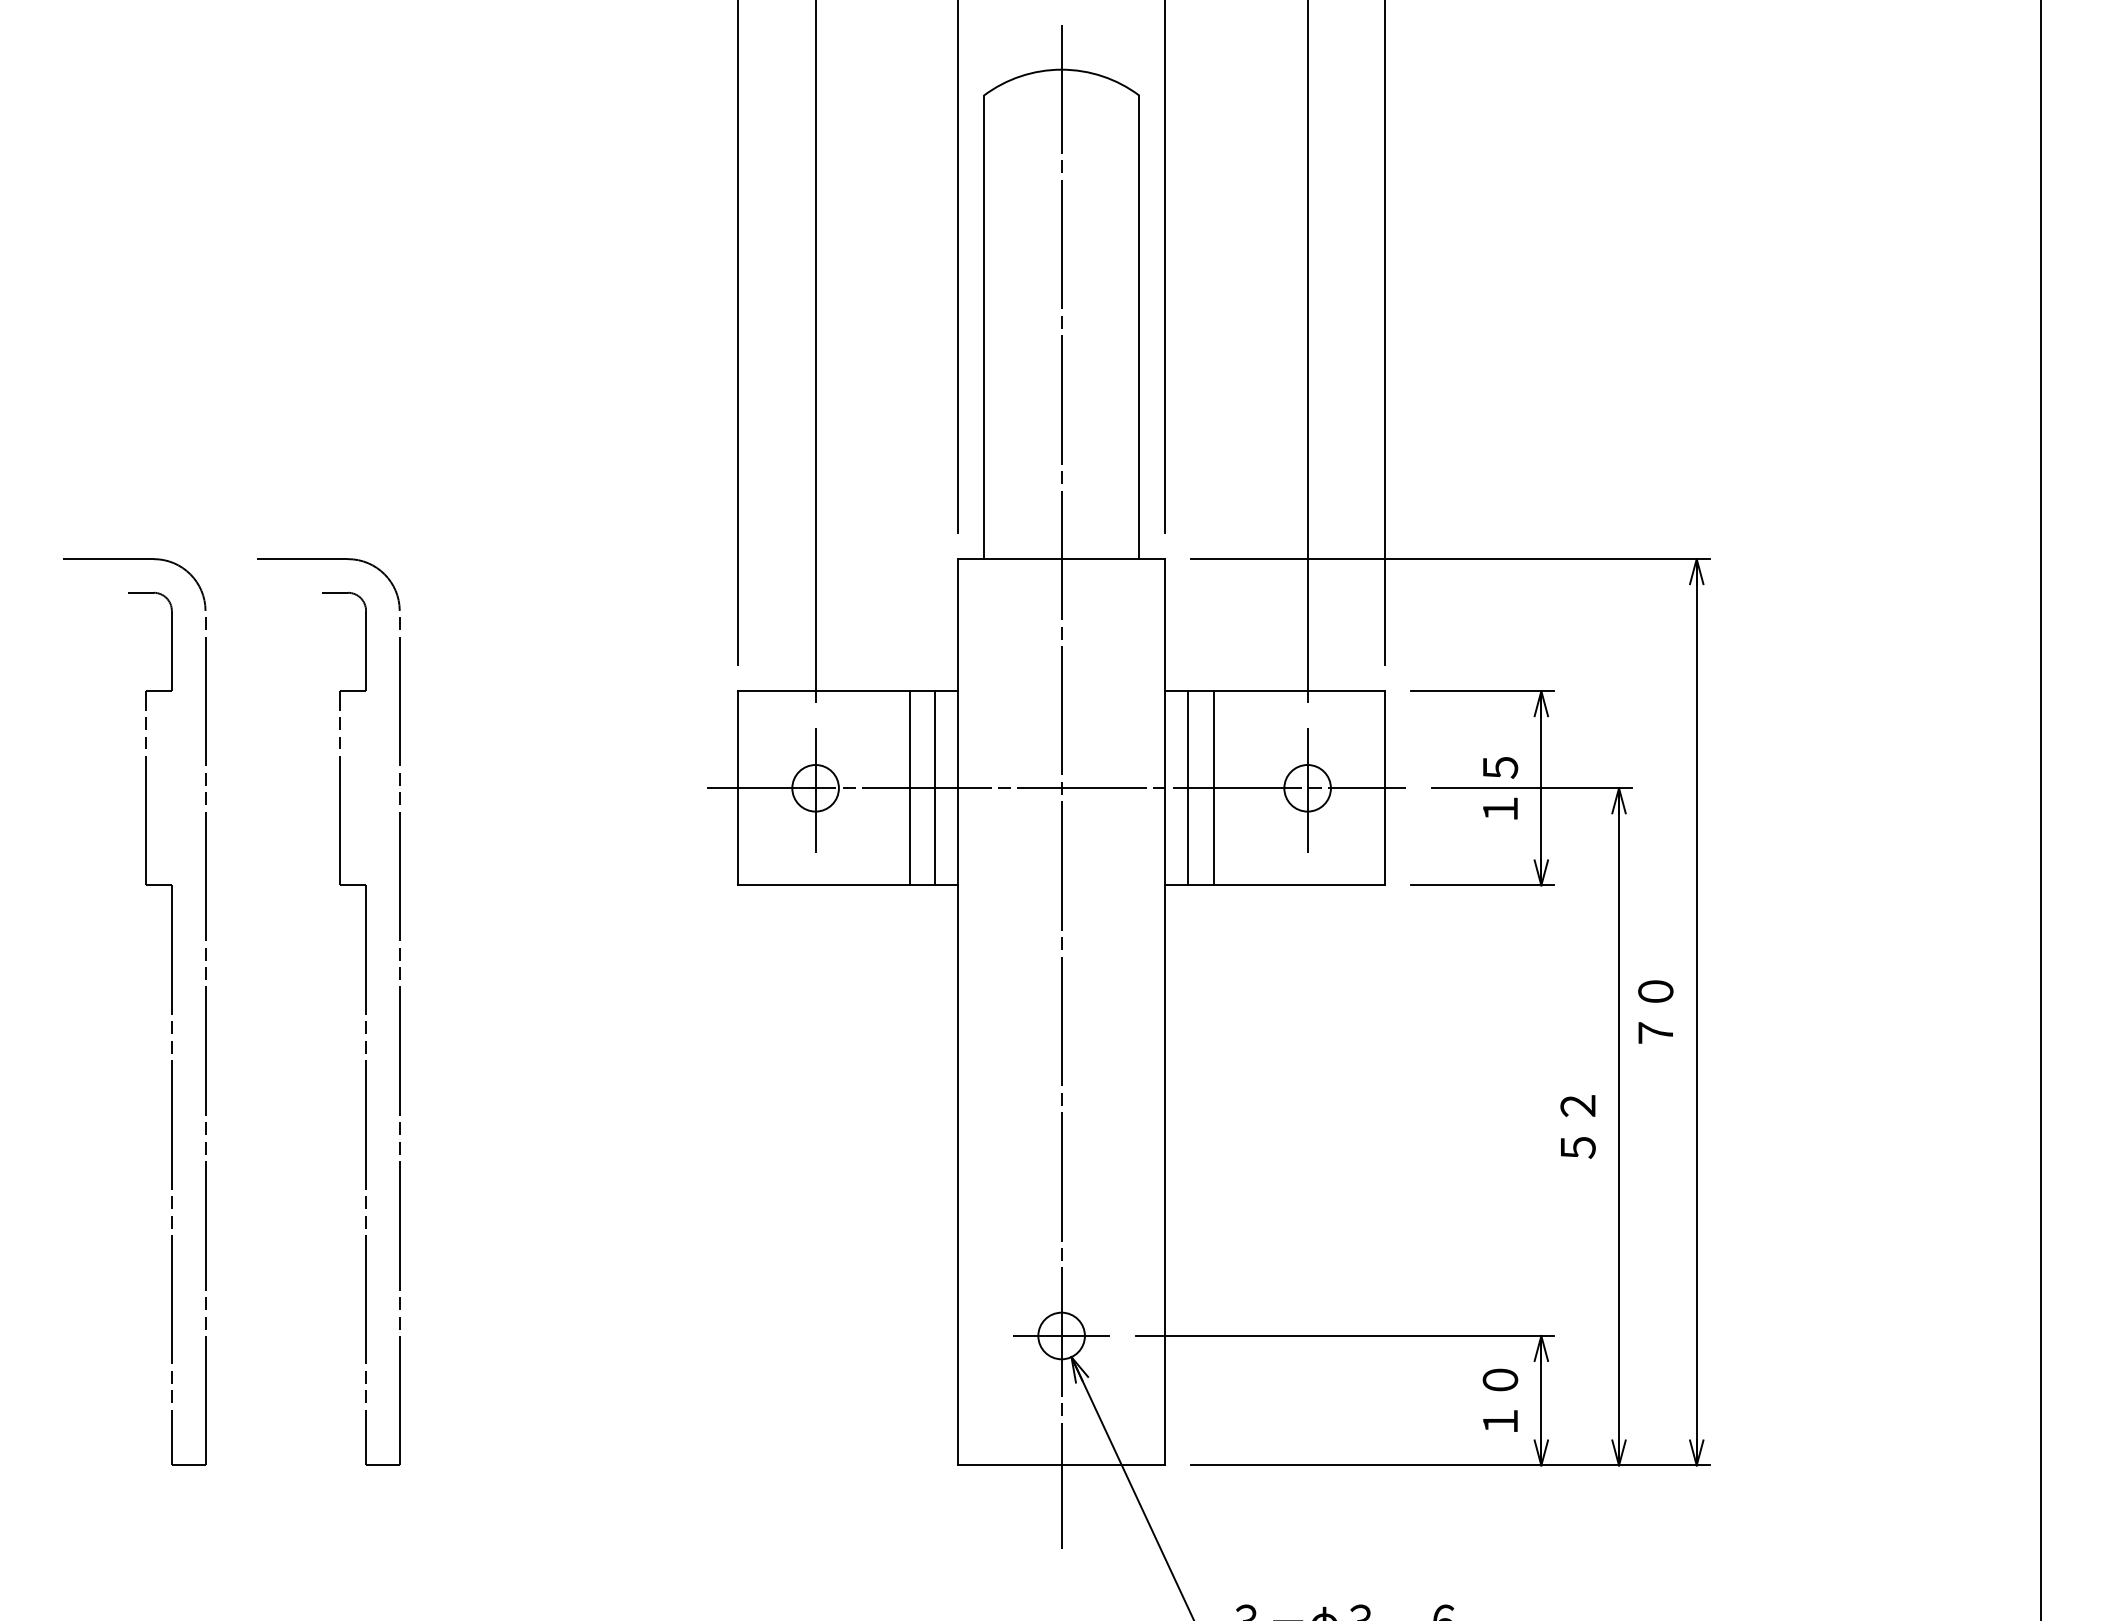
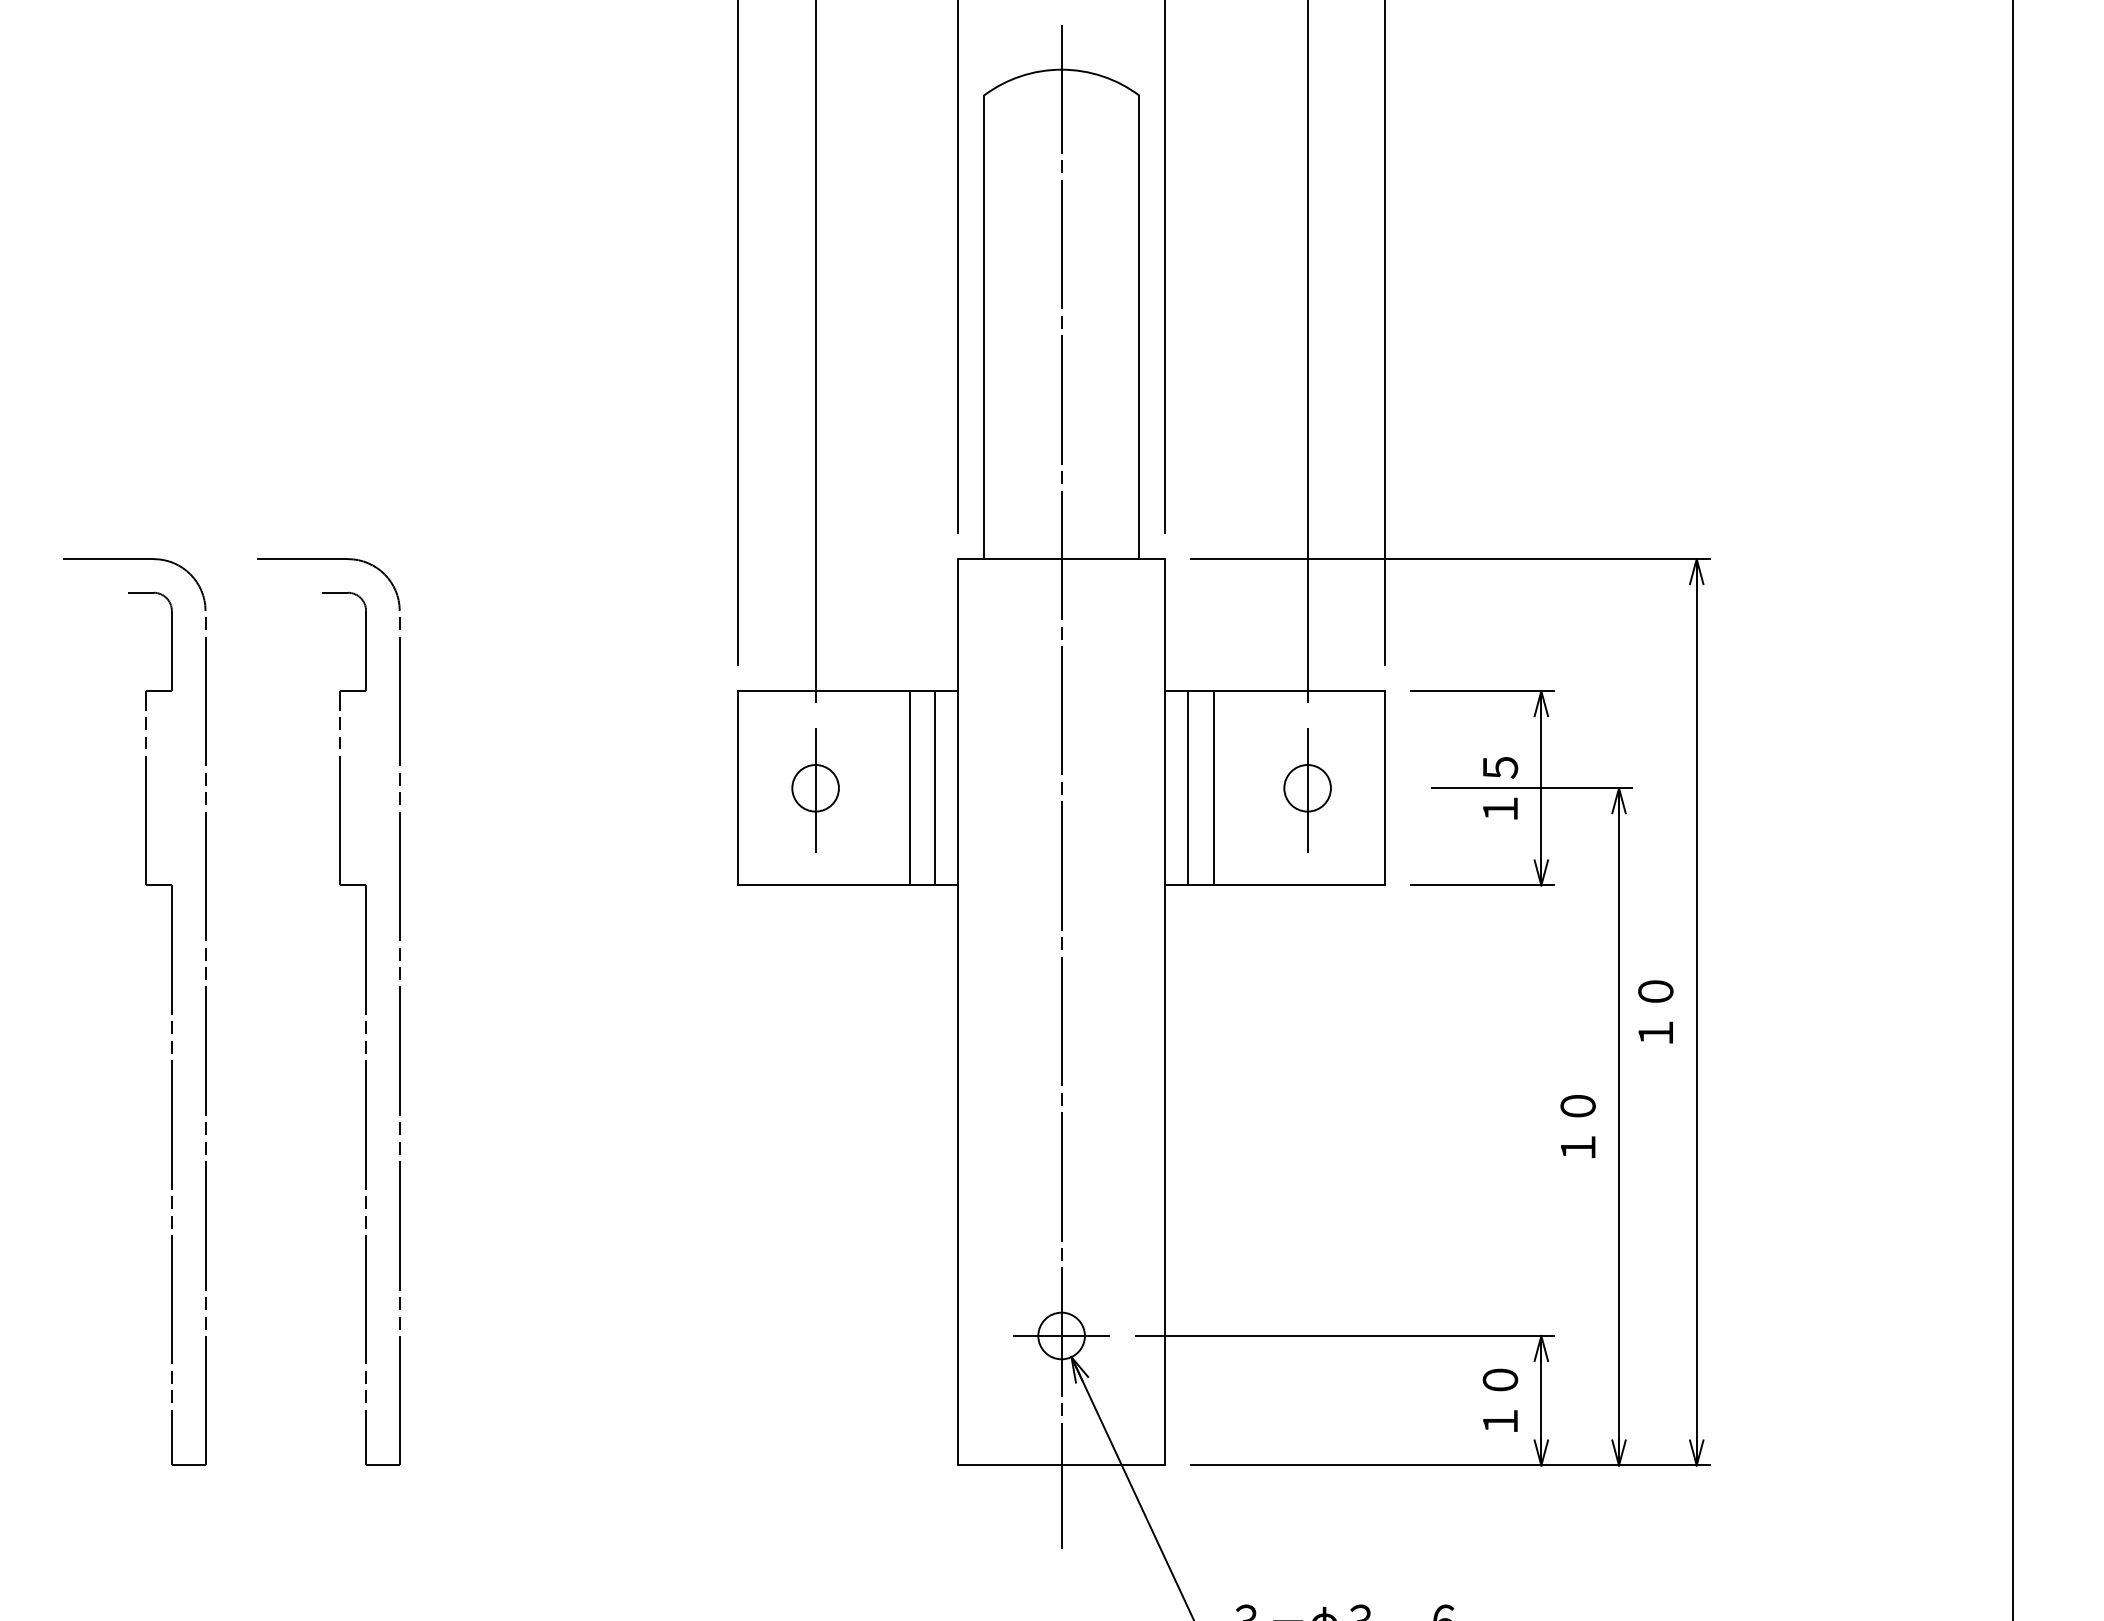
line at (1056, 788): present -> none
line at (2040, 809) position: (2040, 809) -> (2012, 809)
text at (1655, 1032): ７０ -> １０
text at (1577, 1126): ５２ -> １０
